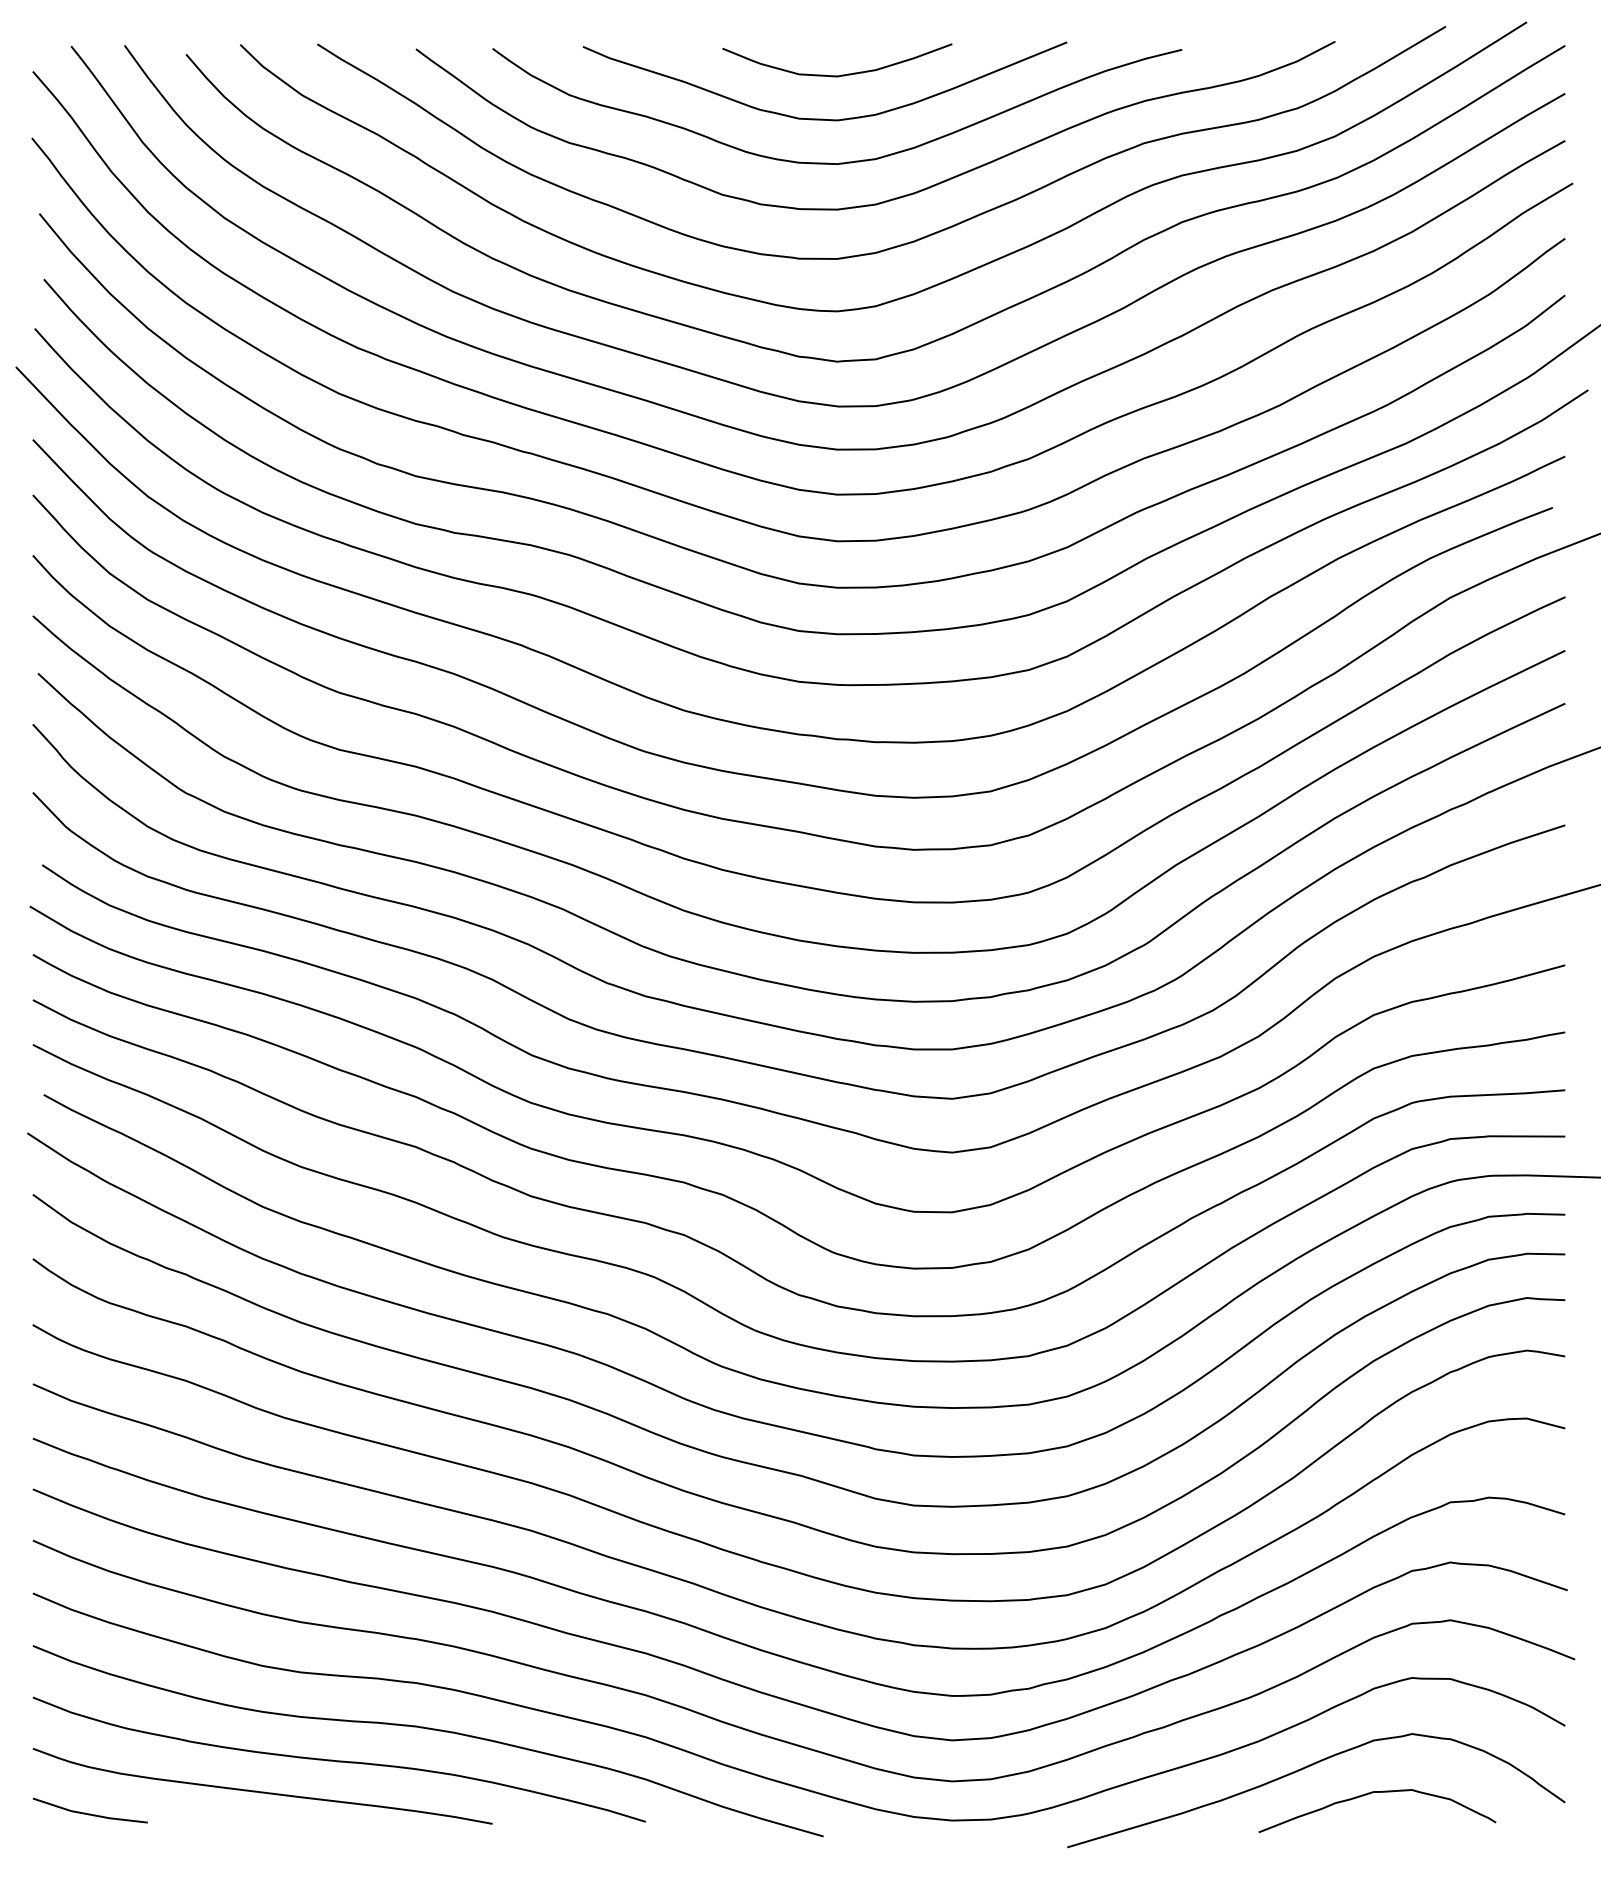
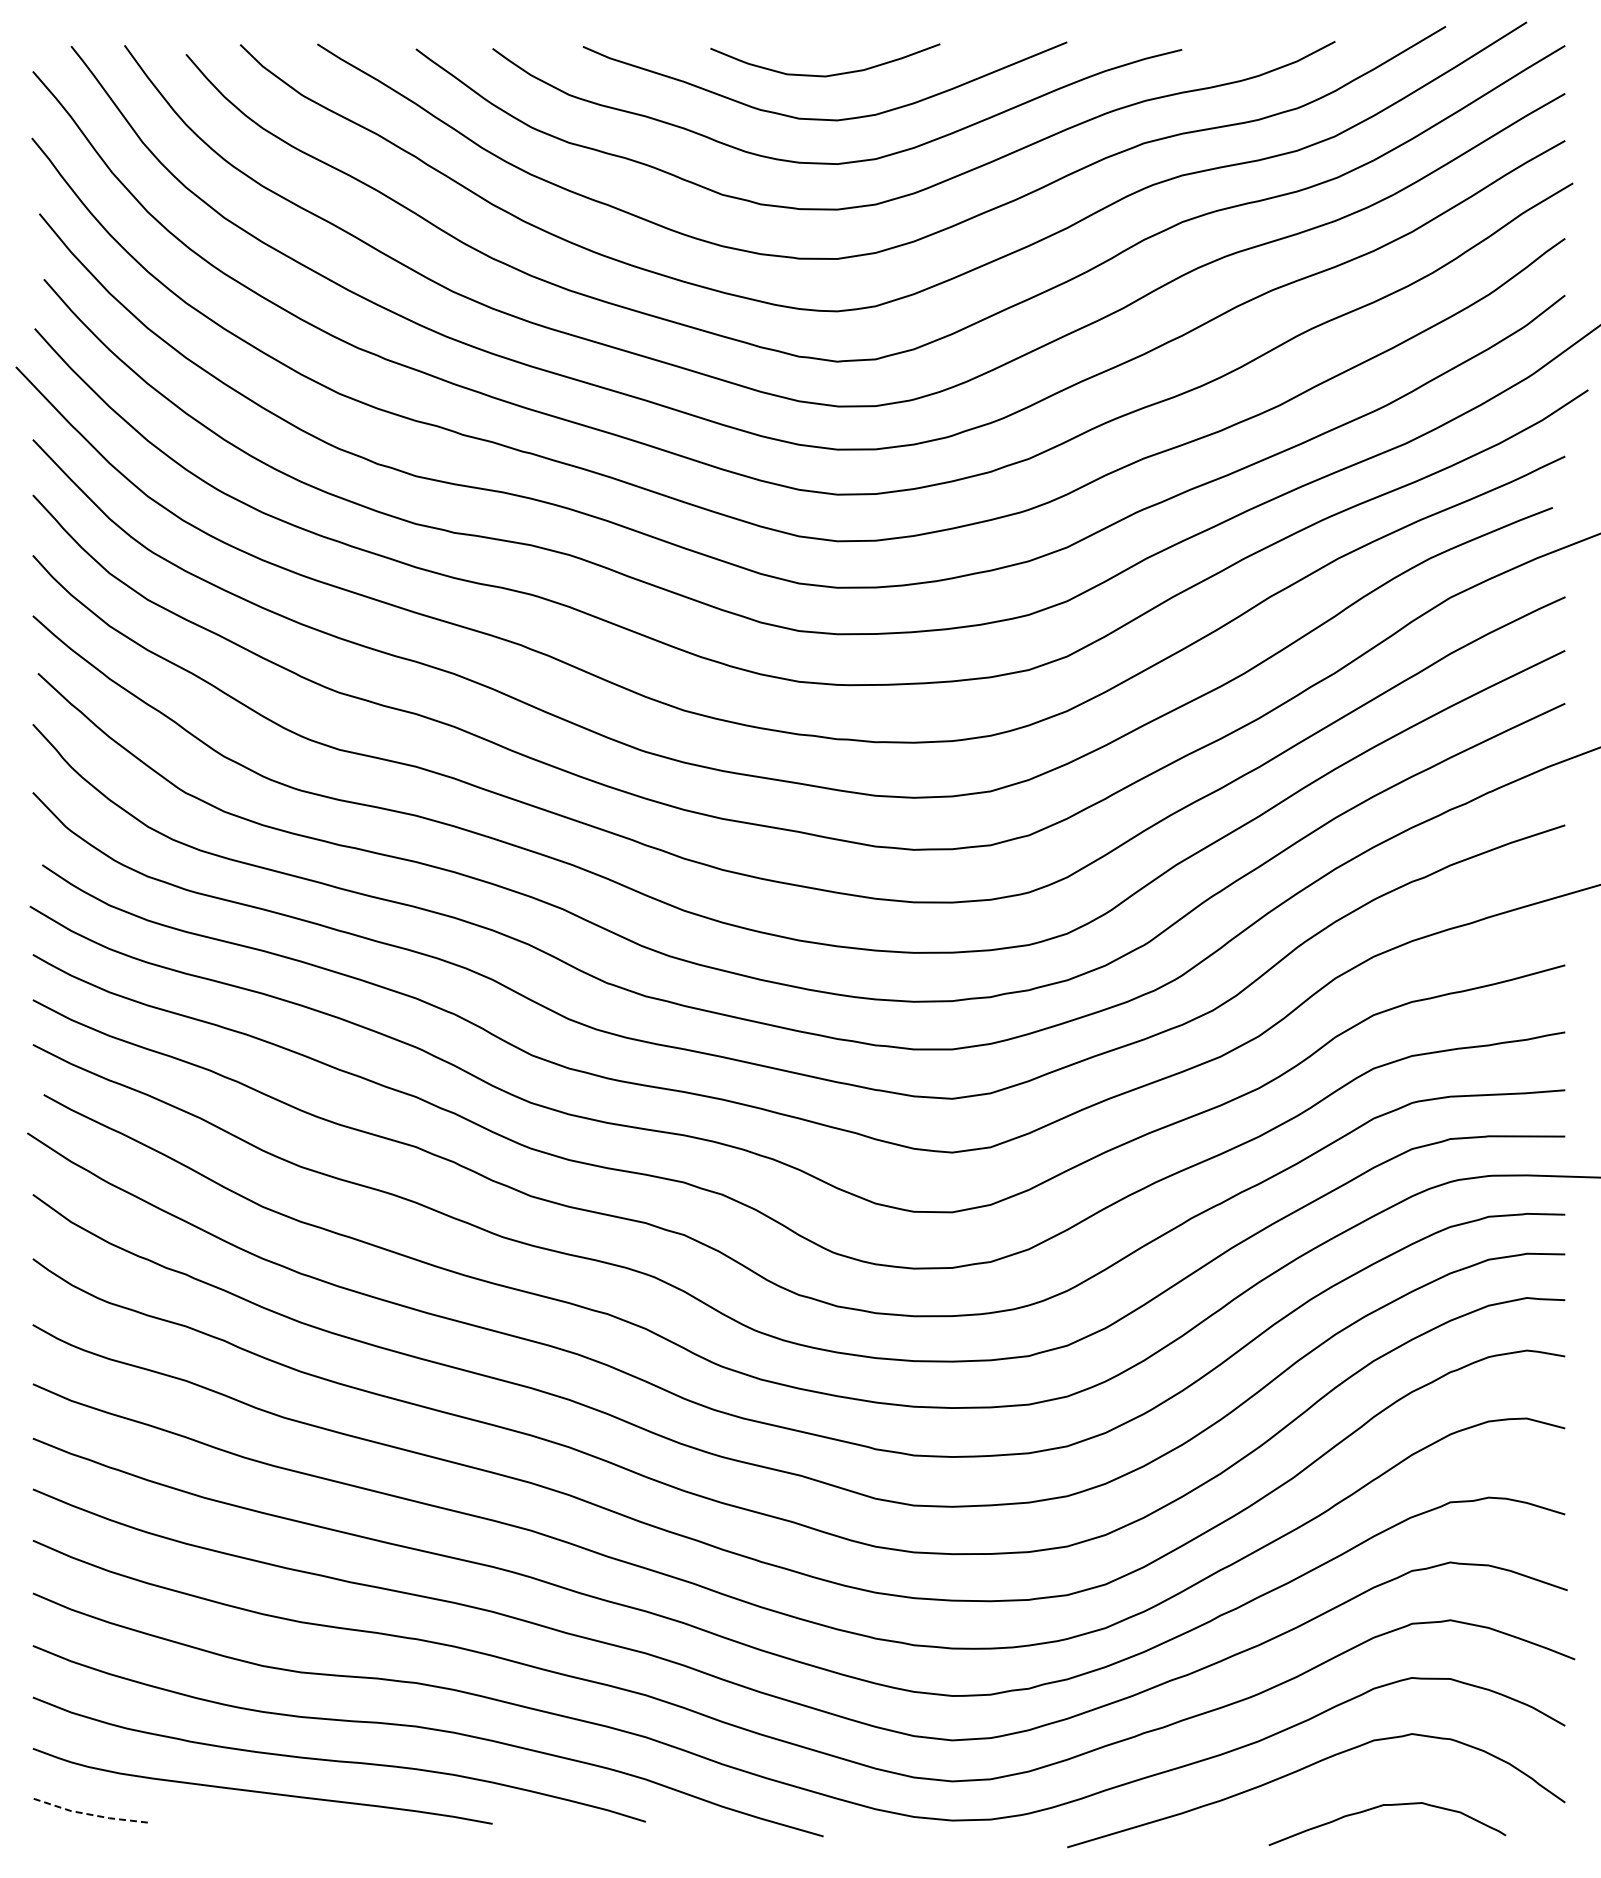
curve at (841, 74) position: (841, 74) -> (829, 74)
curve at (1372, 1793) position: (1372, 1793) -> (1382, 1806)
line at (88, 1814): solid -> dashed
